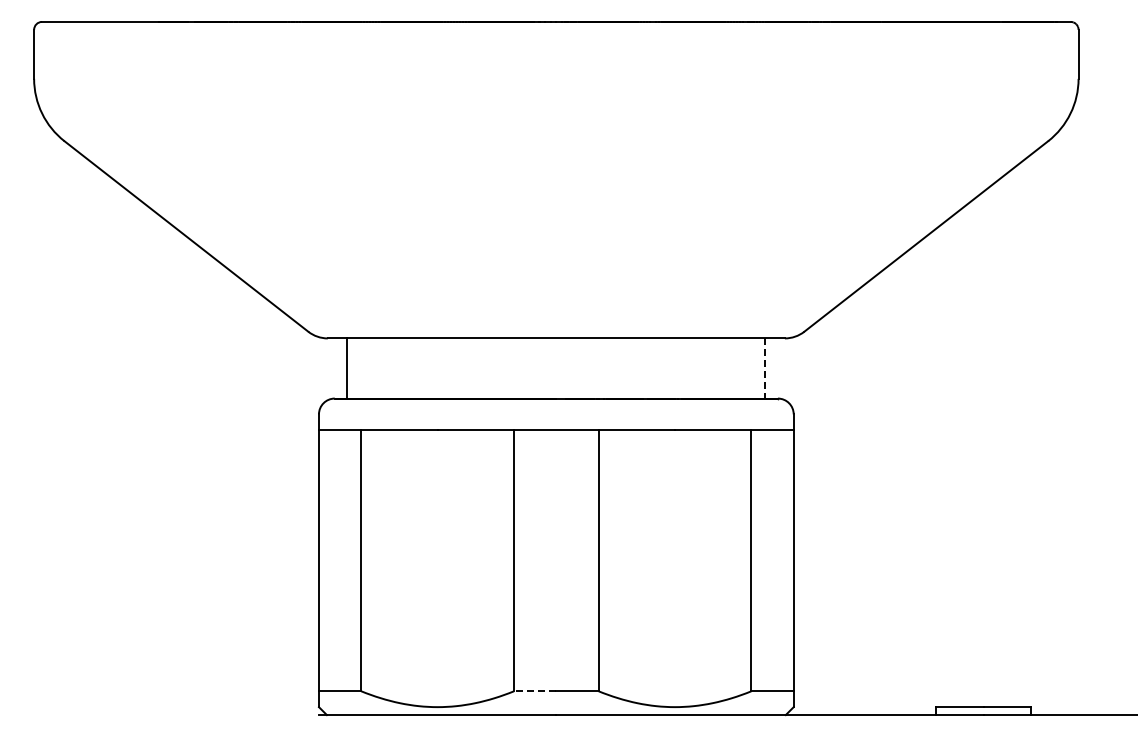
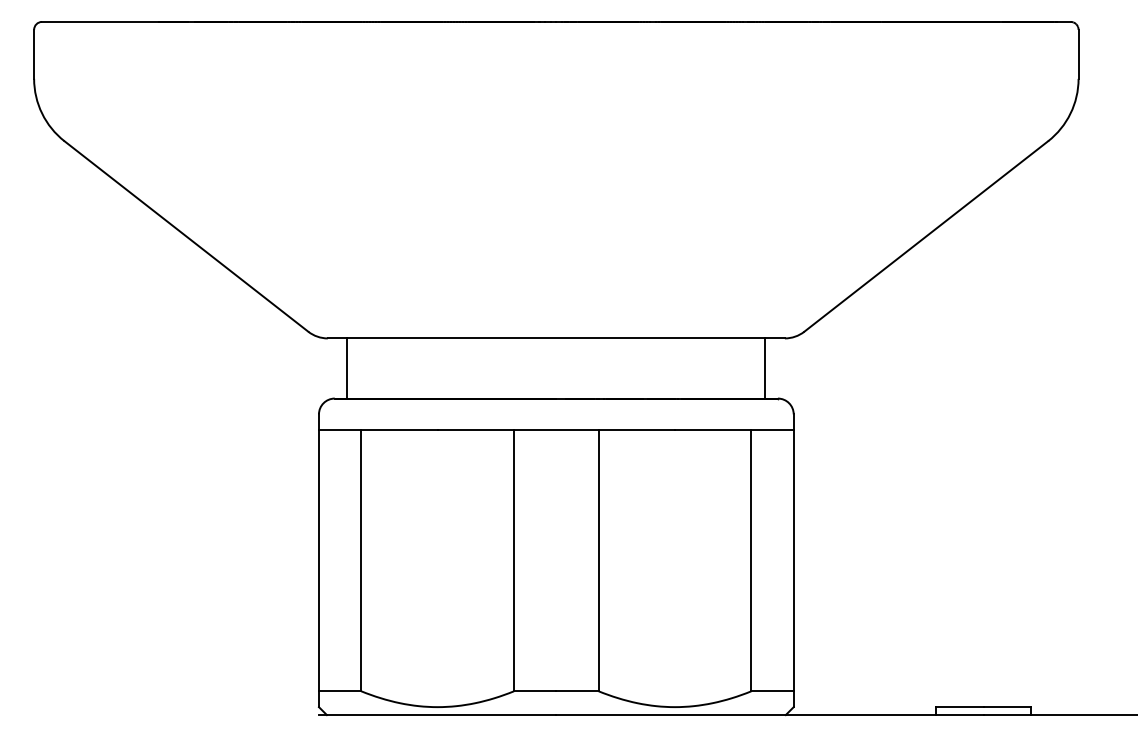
line at (765, 368): dashed -> solid
line at (534, 691): dashed -> solid
